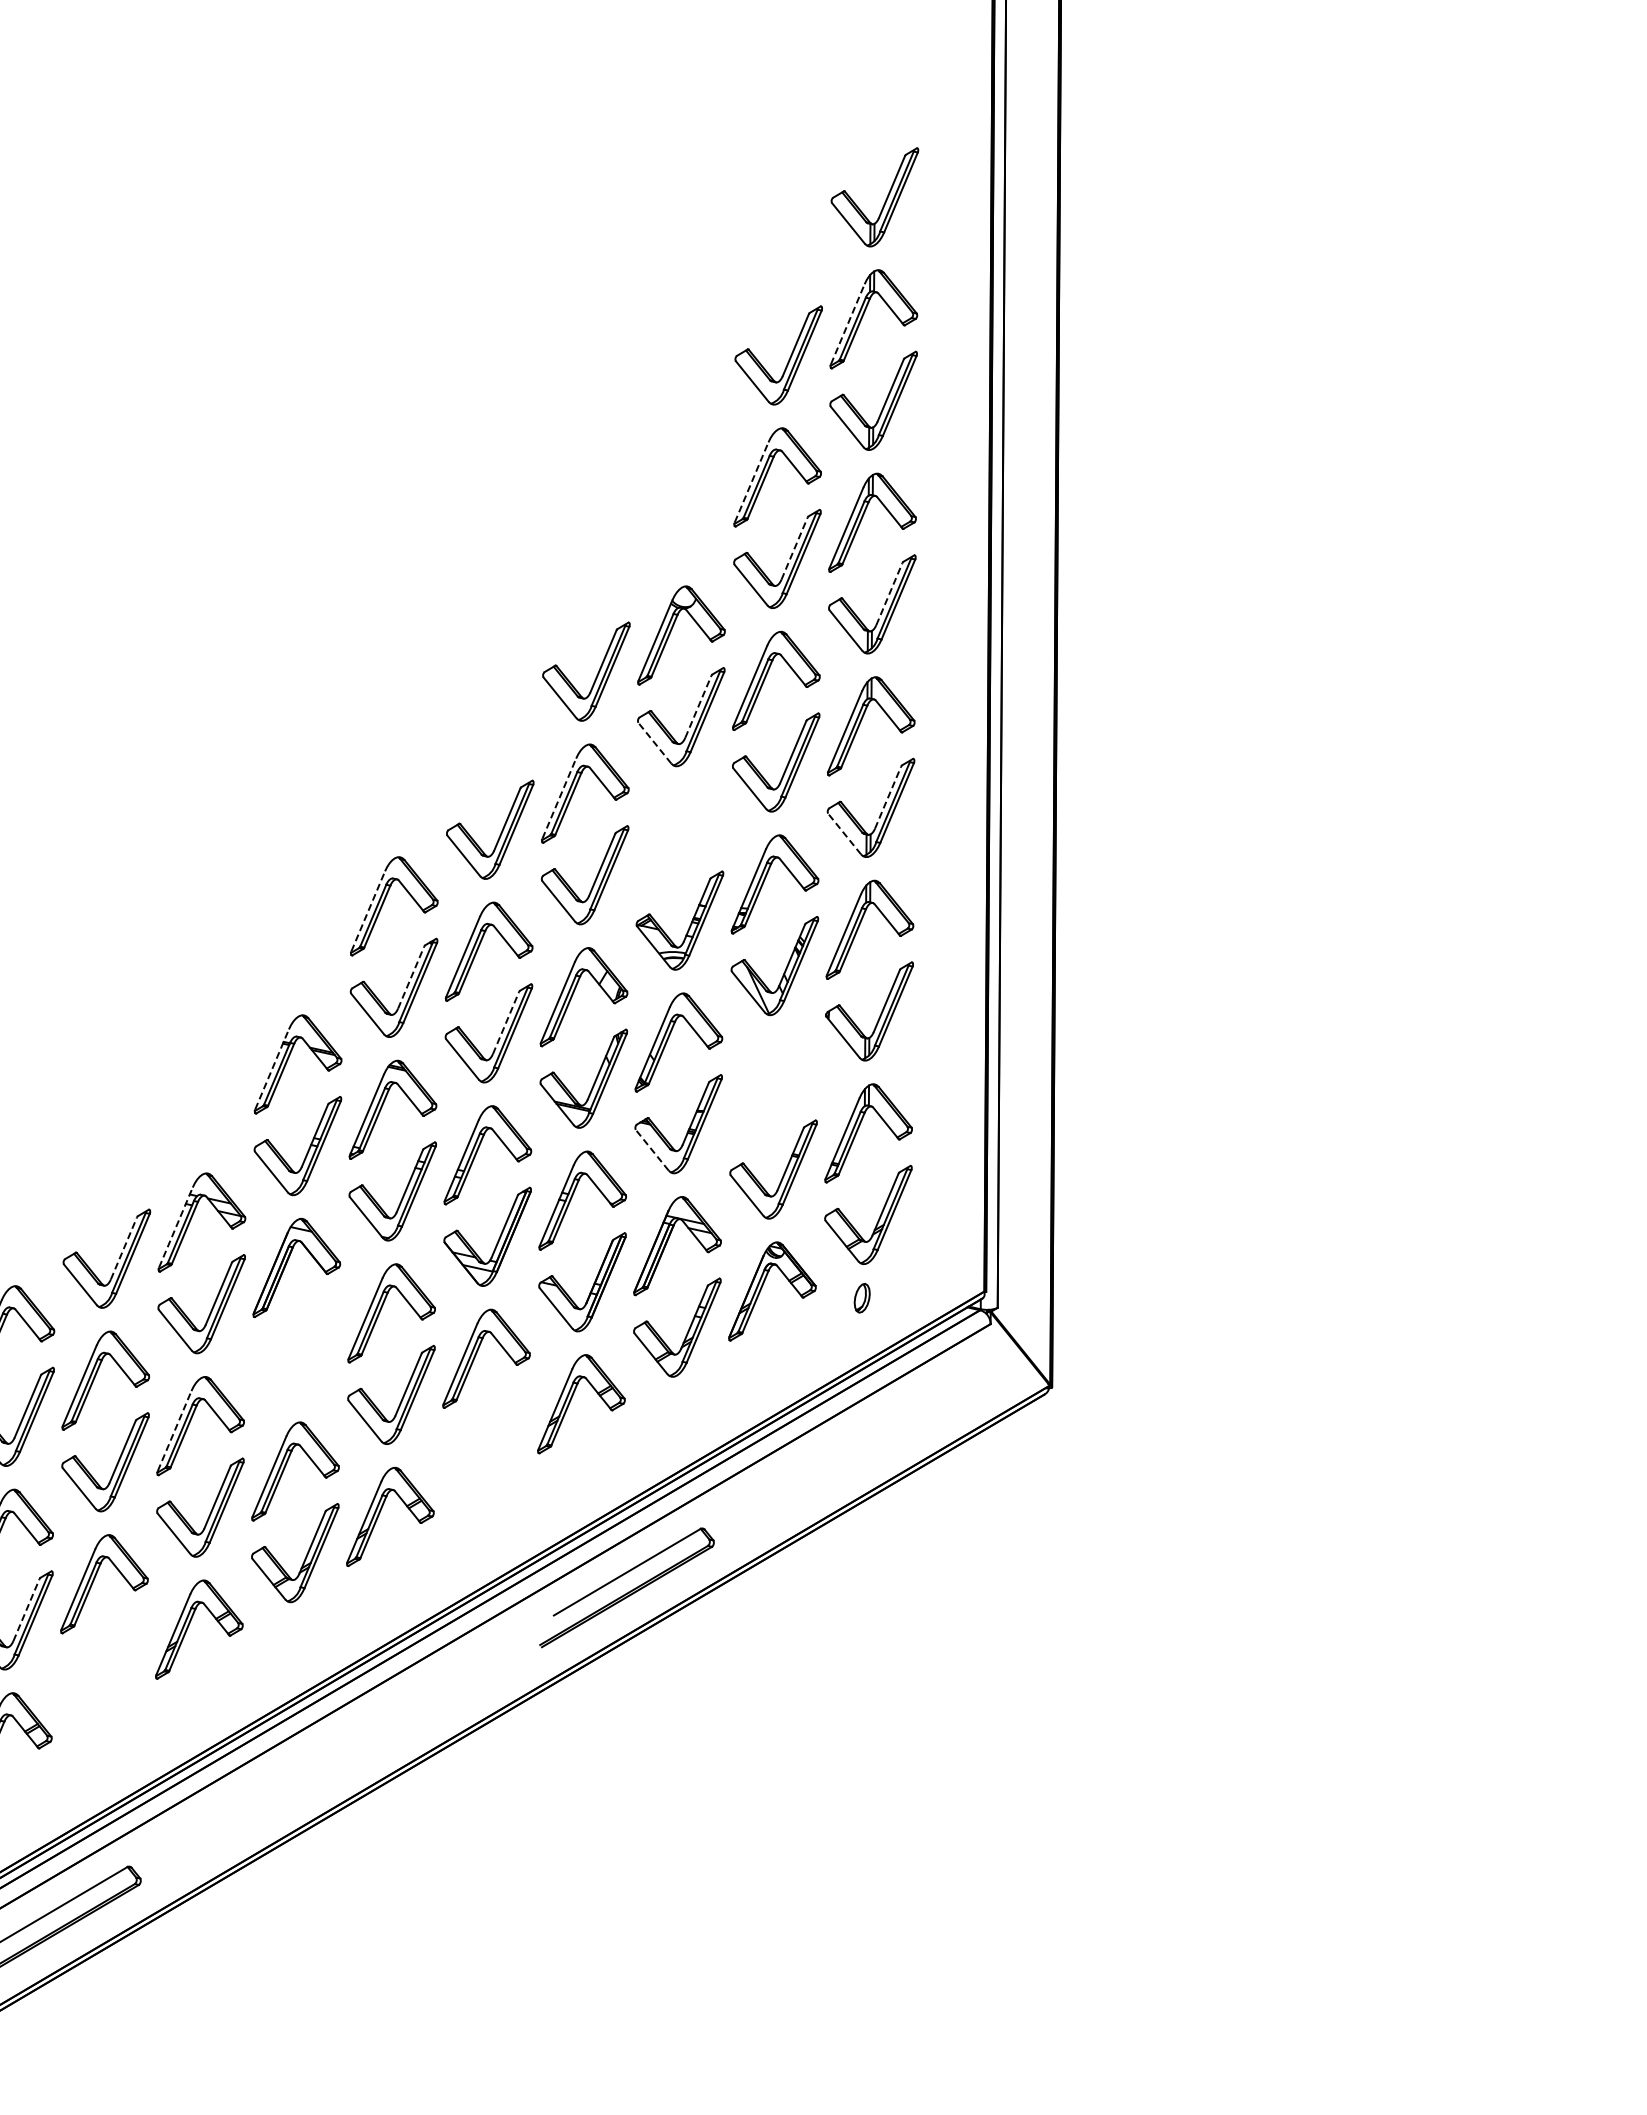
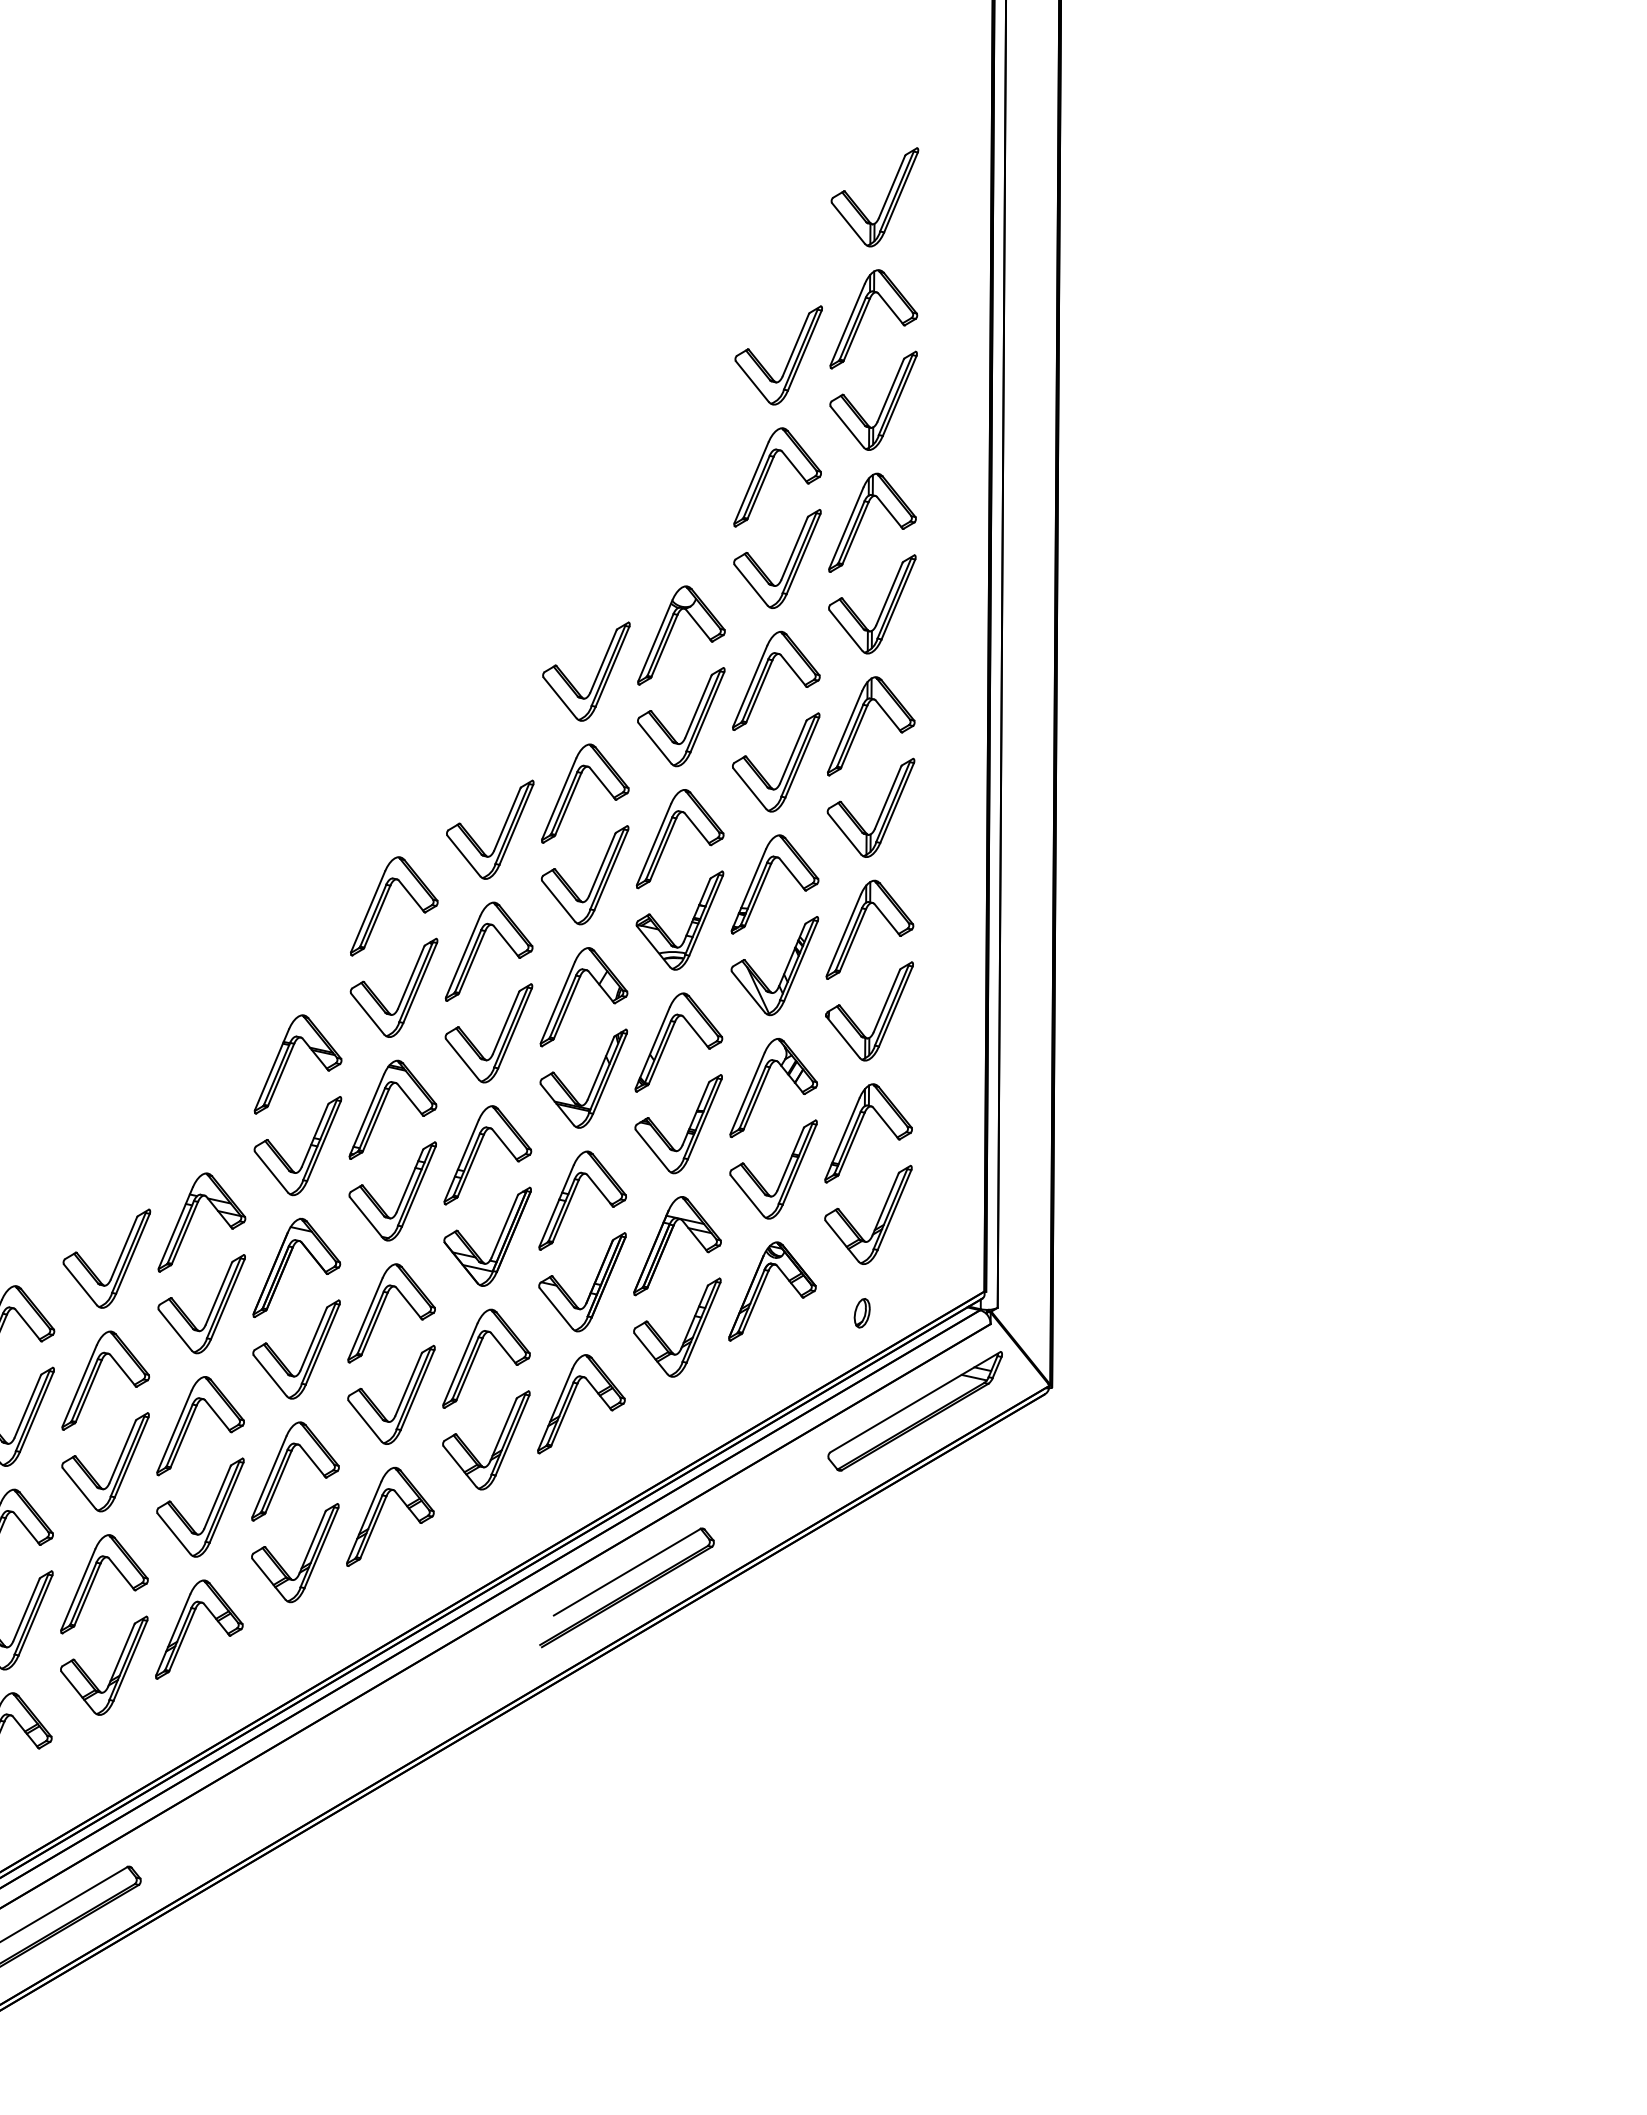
line at (848, 323): dashed -> solid
line at (751, 481): dashed -> solid
line at (794, 548): dashed -> solid
line at (889, 594): dashed -> solid
line at (698, 706): dashed -> solid
line at (654, 742): dashed -> solid
line at (888, 797): dashed -> solid
line at (559, 798): dashed -> solid
line at (844, 833): dashed -> solid
part at (669, 837): none -> present
line at (368, 910): dashed -> solid
line at (411, 977): dashed -> solid
line at (506, 1023): dashed -> solid
line at (272, 1068): dashed -> solid
part at (763, 1085): none -> present
line at (651, 1149): dashed -> solid
line at (176, 1227): dashed -> solid
line at (123, 1248): dashed -> solid
part at (861, 1298) position: (861, 1298) -> (861, 1313)
part at (306, 1353): none -> present
part at (914, 1411): none -> present
line at (174, 1430): dashed -> solid
part at (495, 1445): none -> present
line at (26, 1610): dashed -> solid
part at (114, 1668): none -> present
